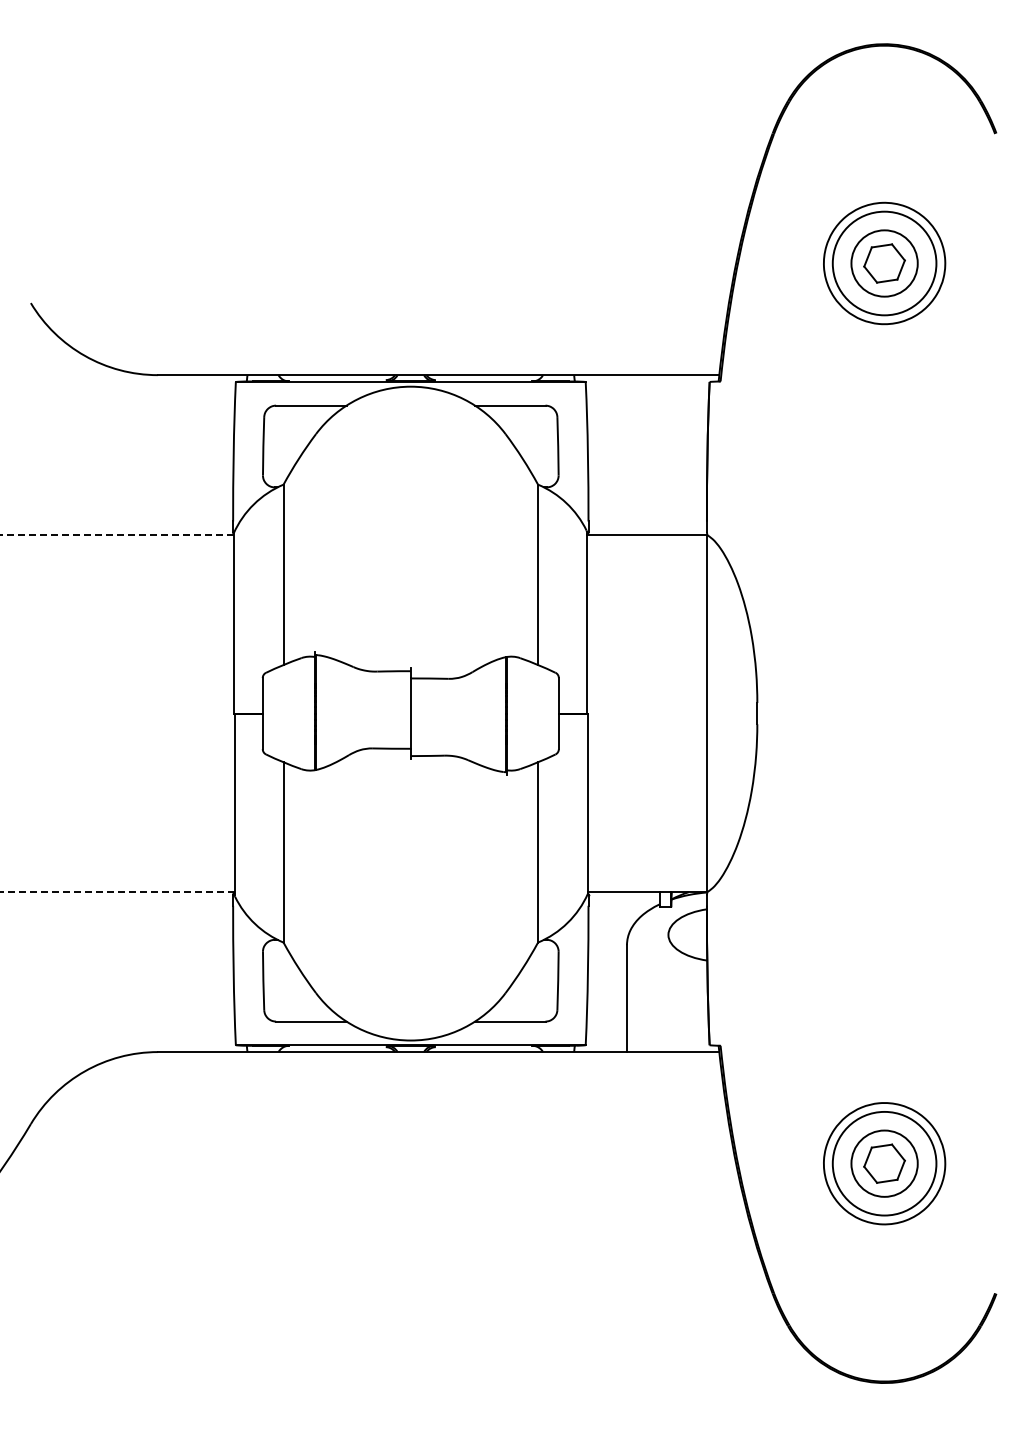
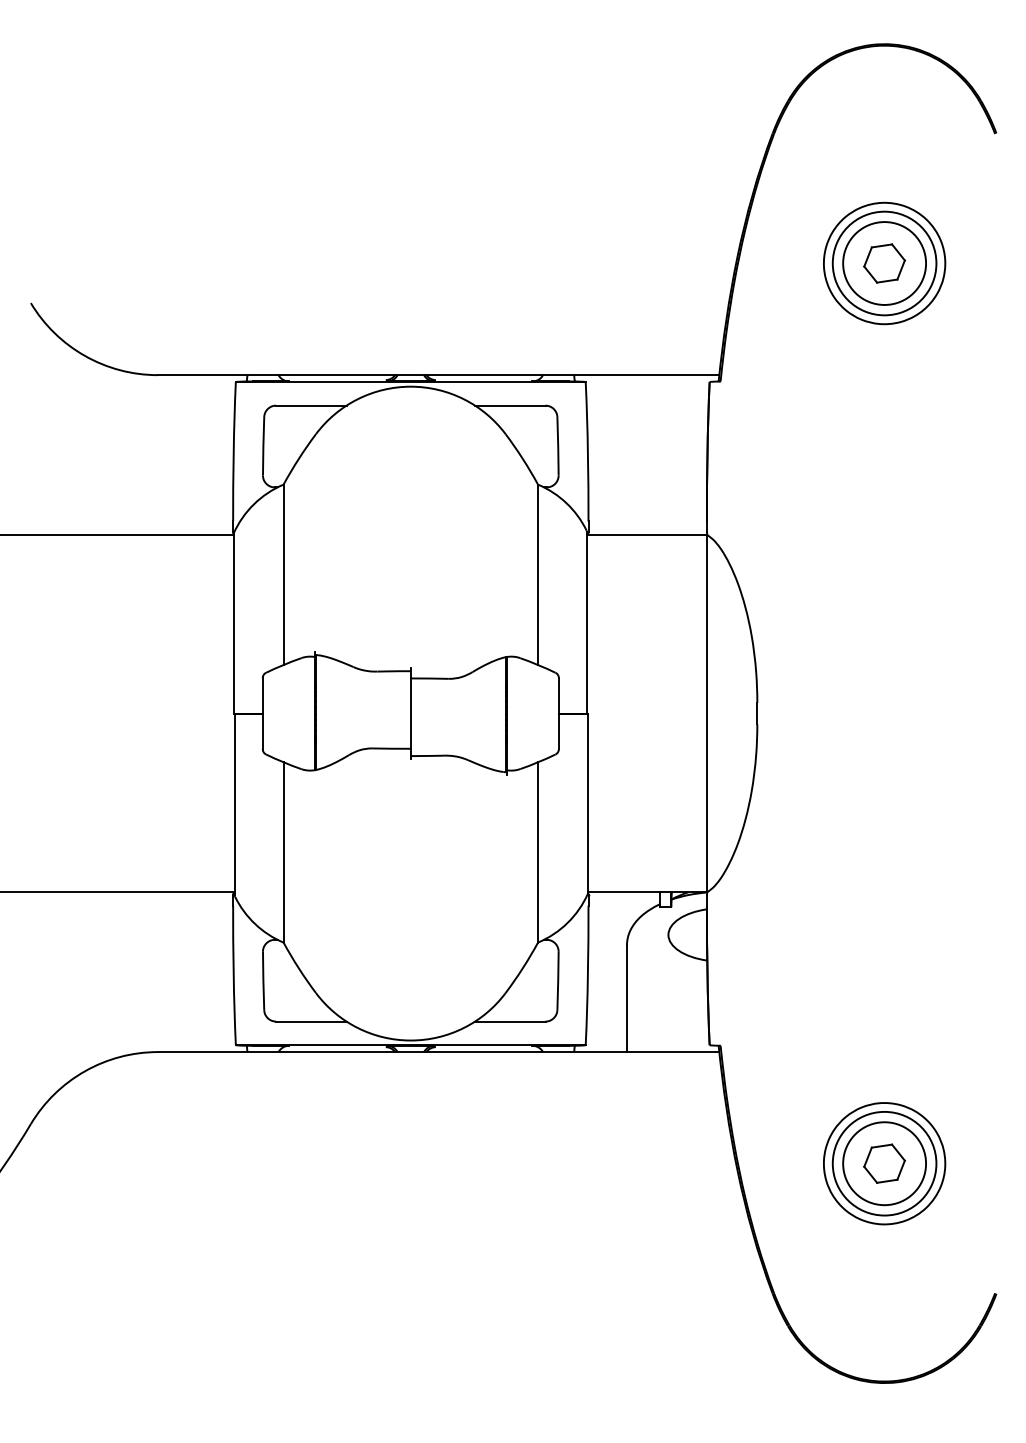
circle at (884, 263) diameter: 66 px -> 83 px
line at (116, 535): dashed -> solid
line at (116, 892): dashed -> solid
circle at (884, 1163) diameter: 66 px -> 83 px
